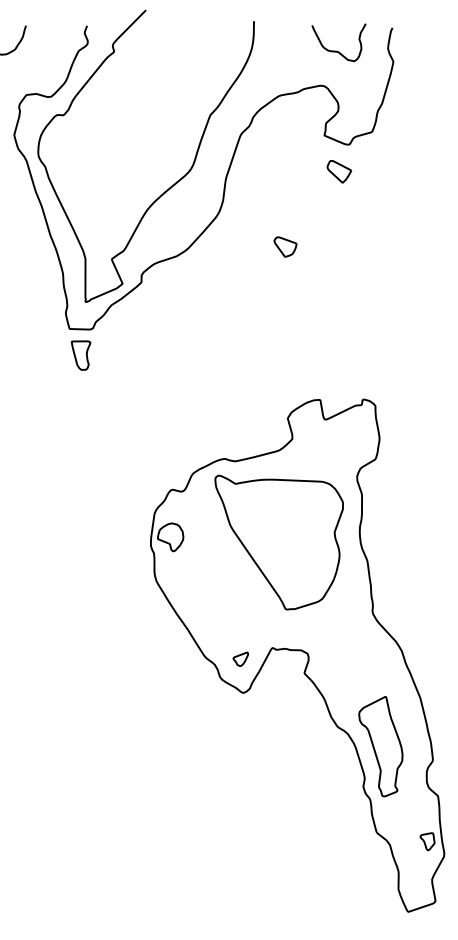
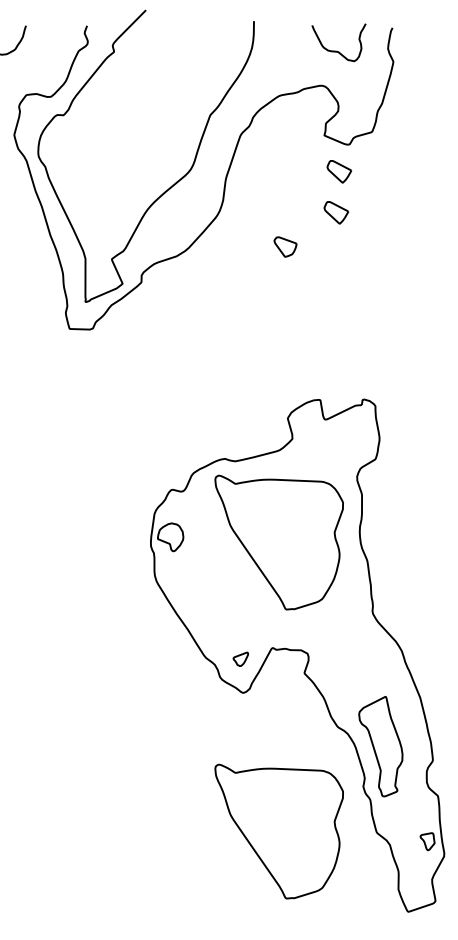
part at (335, 212): none -> present
part at (80, 355): present -> none
part at (278, 831): none -> present
